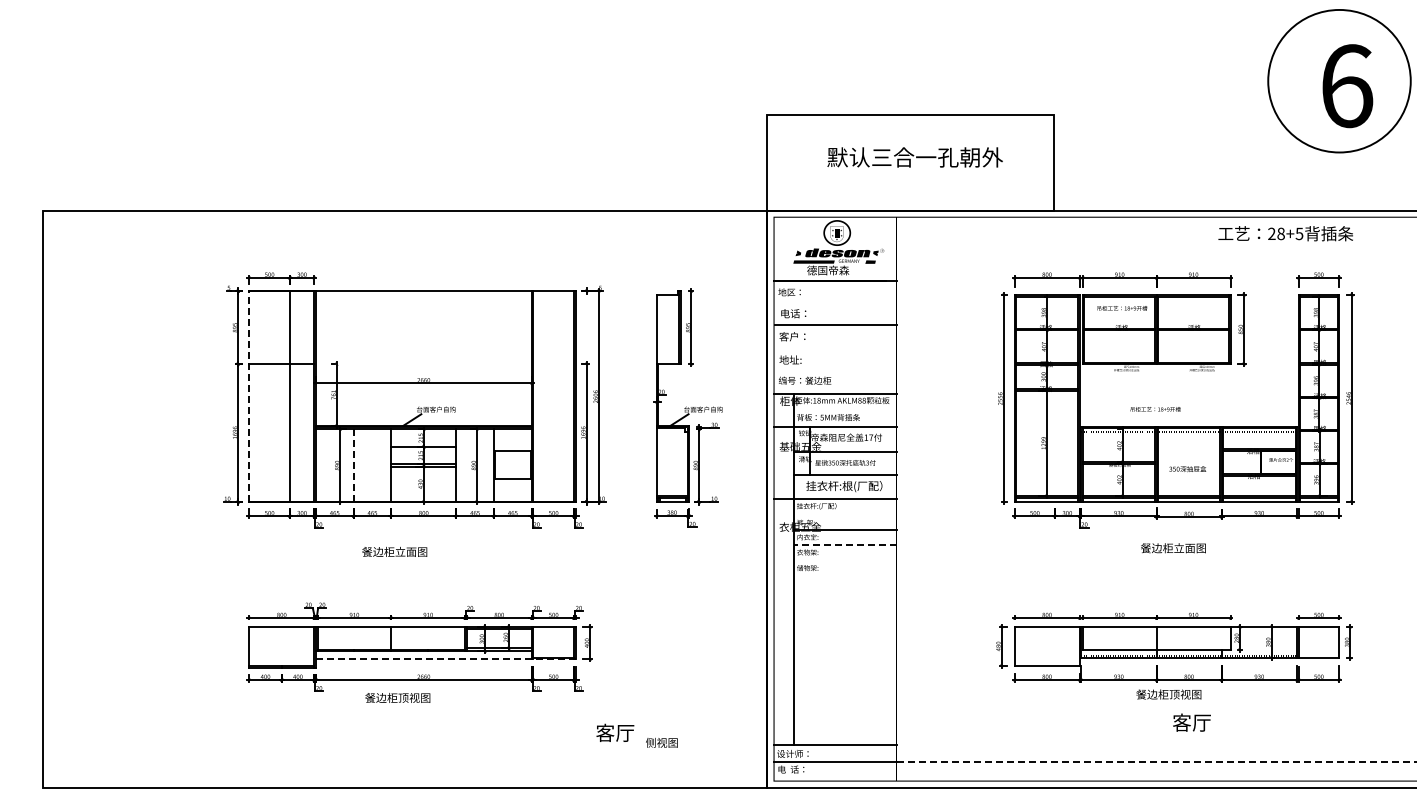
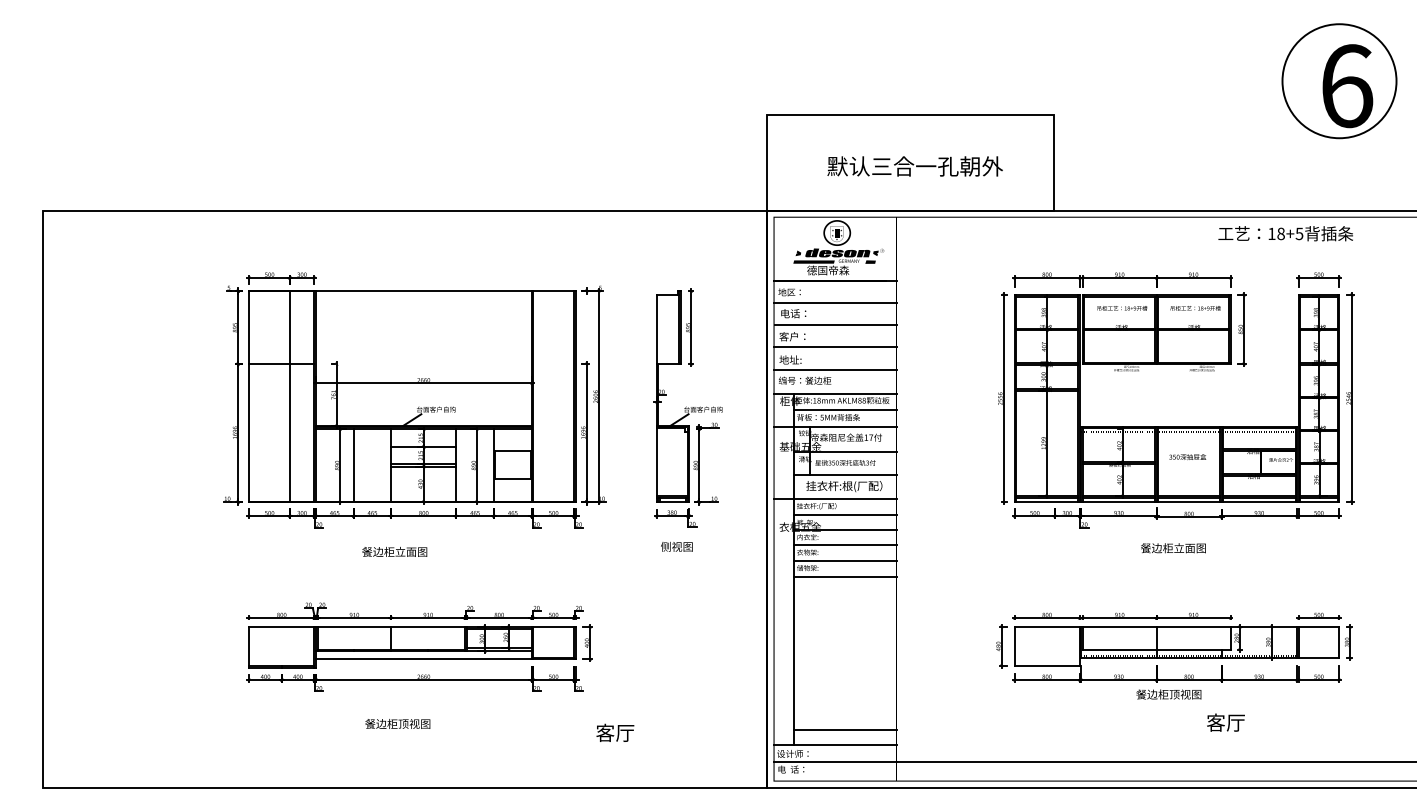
circle at (1339, 80) diameter: 143 px -> 114 px
text at (914, 157) position: (914, 157) -> (914, 166)
text at (1271, 233): 28+5 -> 18+5
line at (835, 302): none -> present
line at (835, 347): none -> present
line at (835, 369): none -> present
line at (249, 396): dashed -> solid
line at (845, 409): none -> present
text at (1155, 409) position: (1155, 409) -> (1195, 308)
line at (353, 465): dashed -> solid
text at (1187, 469) position: (1187, 469) -> (1187, 457)
line at (845, 514): none -> present
line at (845, 545): dashed -> solid
line at (845, 561): none -> present
line at (845, 577): none -> present
line at (445, 659): dashed -> solid
text at (397, 697) position: (397, 697) -> (397, 723)
text at (1191, 722) position: (1191, 722) -> (1225, 722)
line at (845, 730): none -> present
text at (661, 742) position: (661, 742) -> (676, 546)
line at (1156, 761): dashed -> solid
